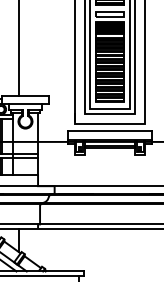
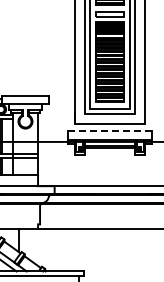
line at (18, 49): present -> none
line at (109, 130): solid -> dashed
line at (81, 224): present -> none
